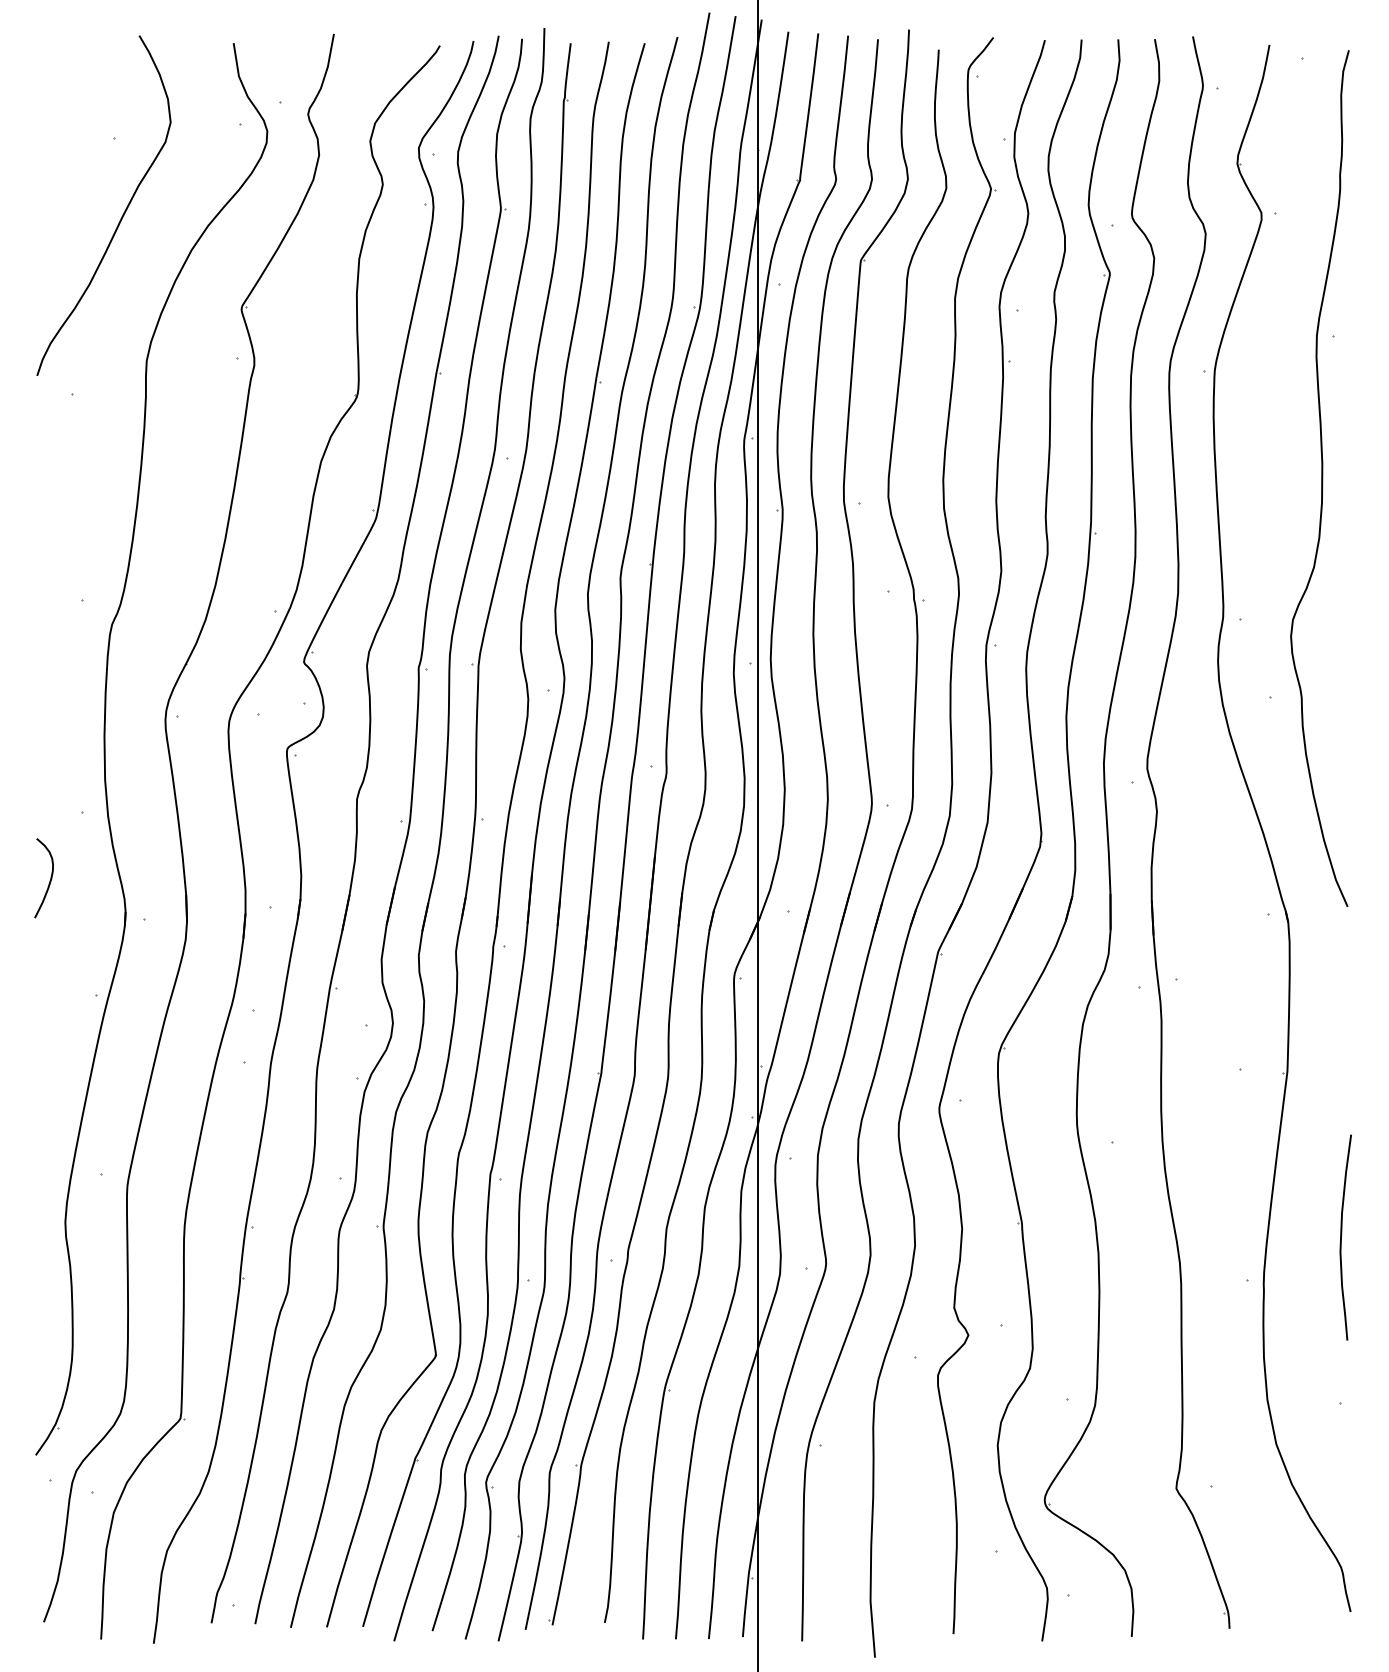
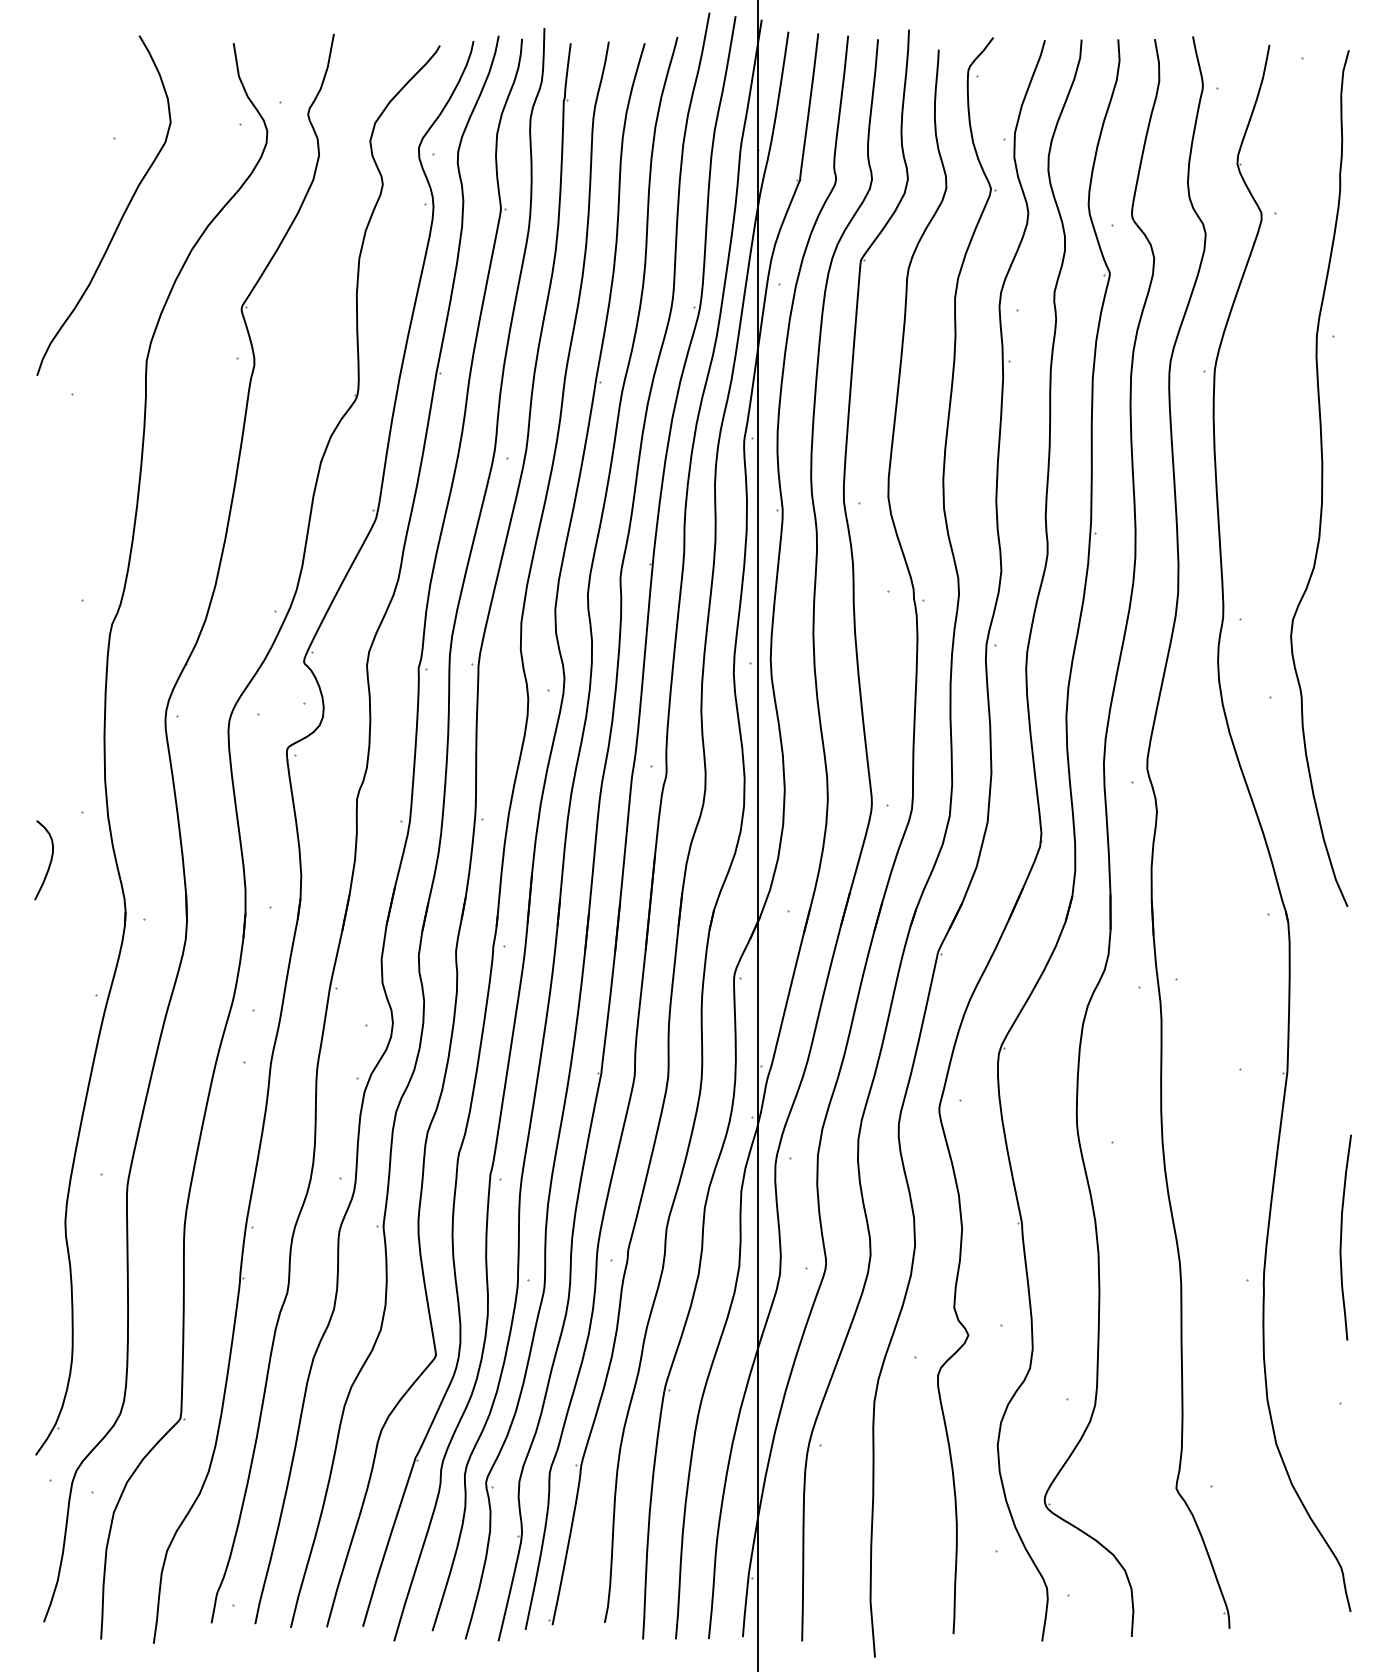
curve at (49, 880) position: (49, 880) -> (49, 862)
